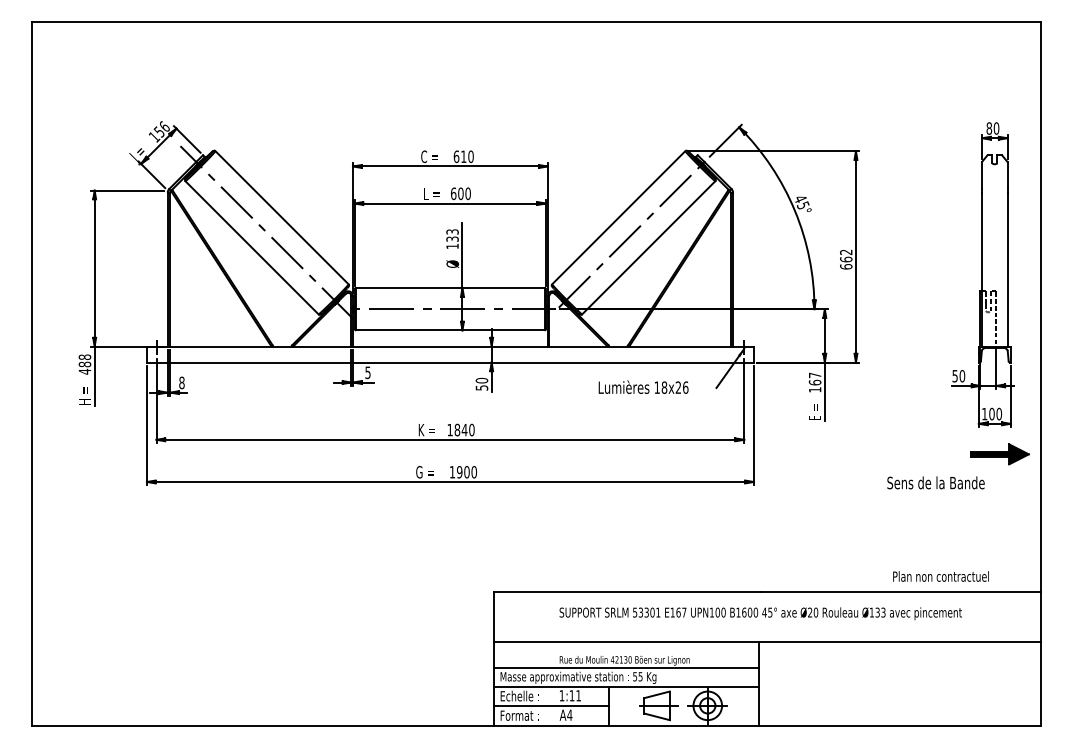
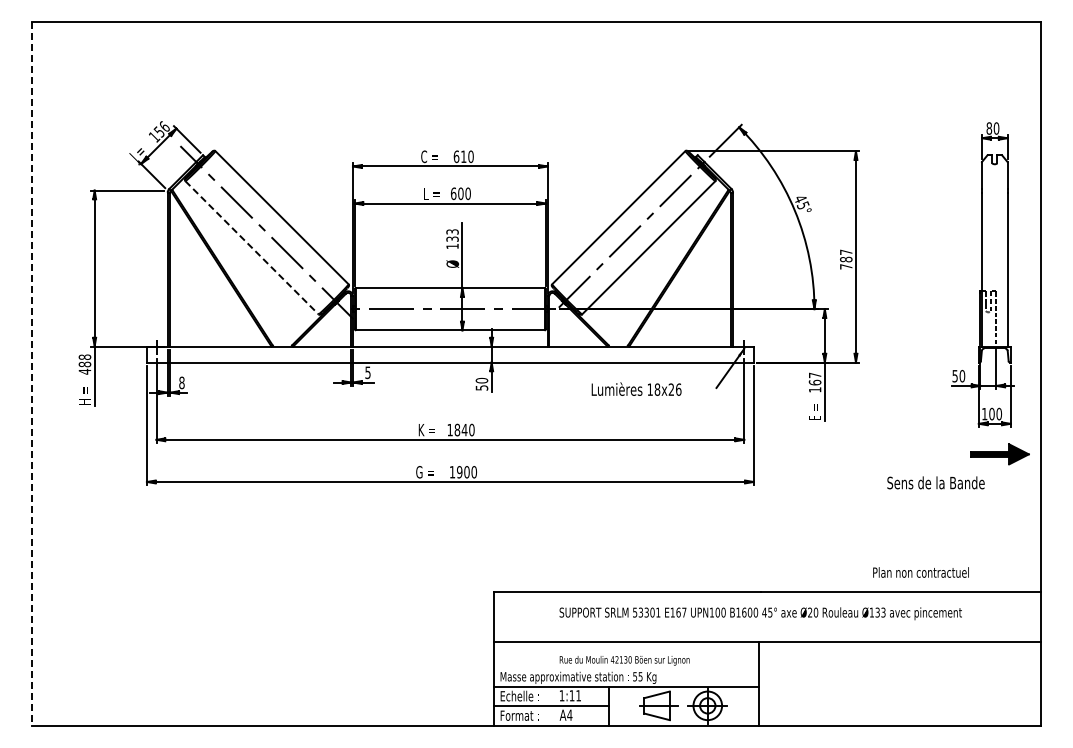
line at (252, 248): solid -> dashed
text at (846, 259): 662 -> 787
line at (32, 373): solid -> dashed
text at (643, 386) position: (643, 386) -> (636, 388)
text at (940, 576) position: (940, 576) -> (920, 572)
line at (626, 667): present -> none
